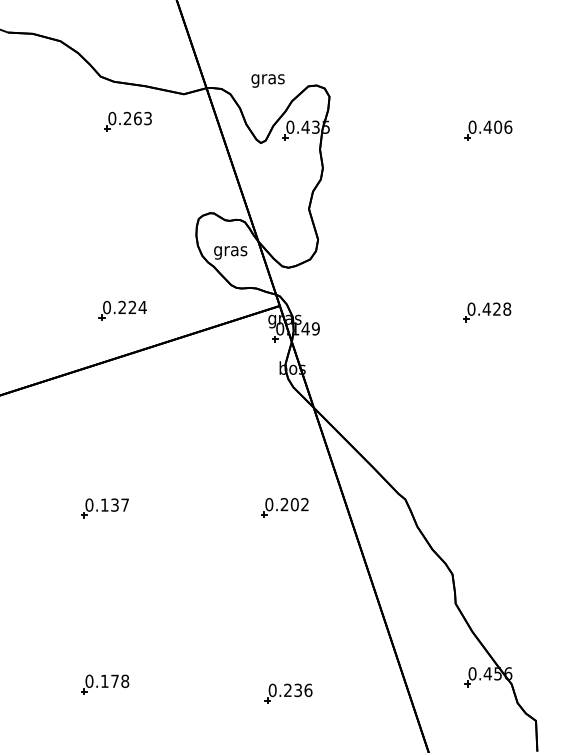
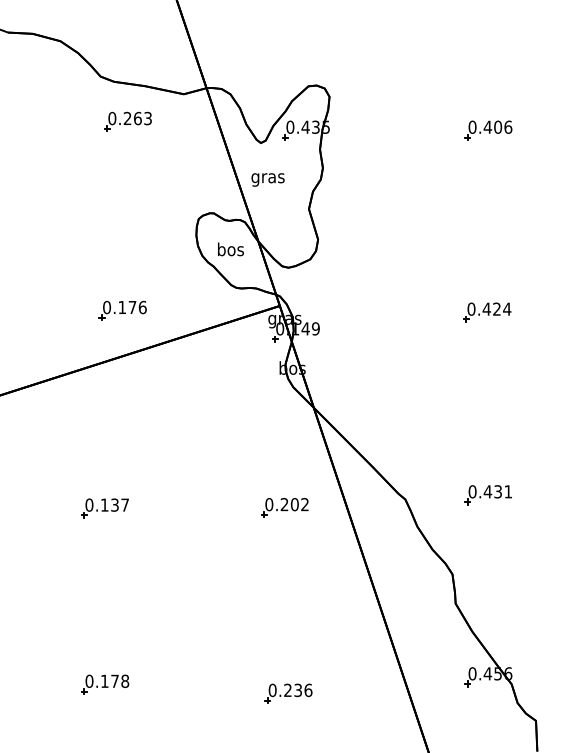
text at (267, 80) position: (267, 80) -> (267, 179)
text at (230, 250): gras -> bos
text at (132, 307): 0.224 -> 0.176
text at (507, 308): 0.428 -> 0.424
part at (487, 495): none -> present
